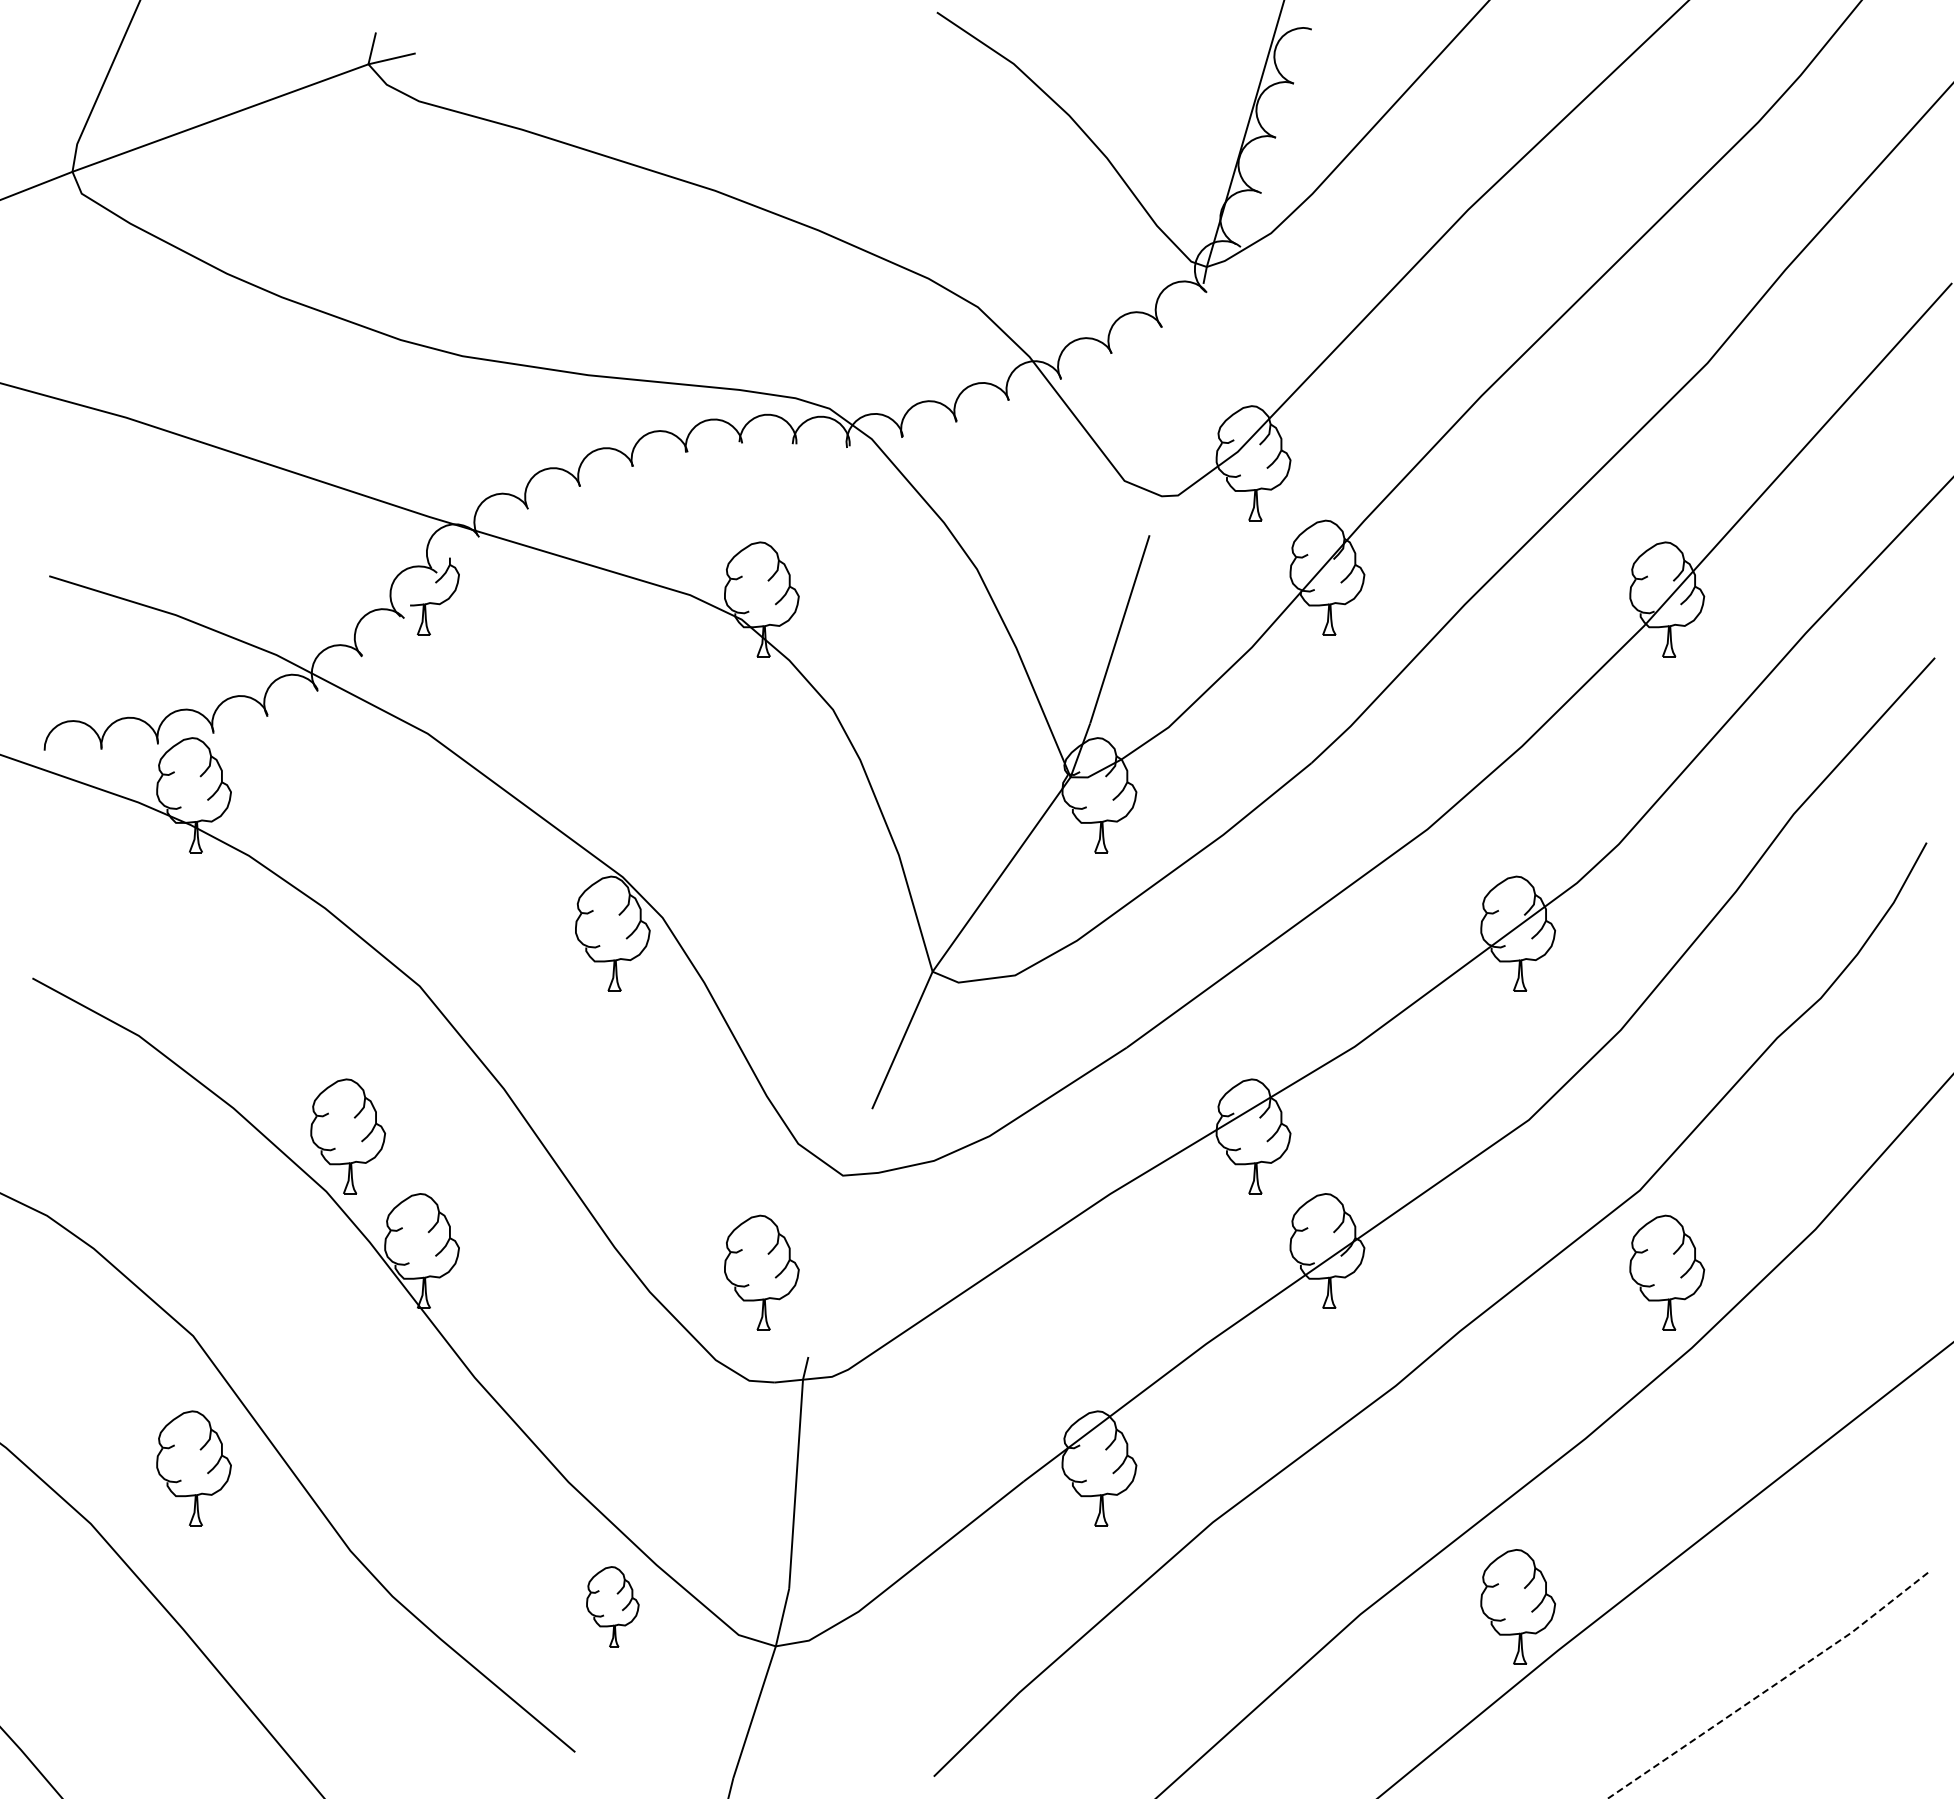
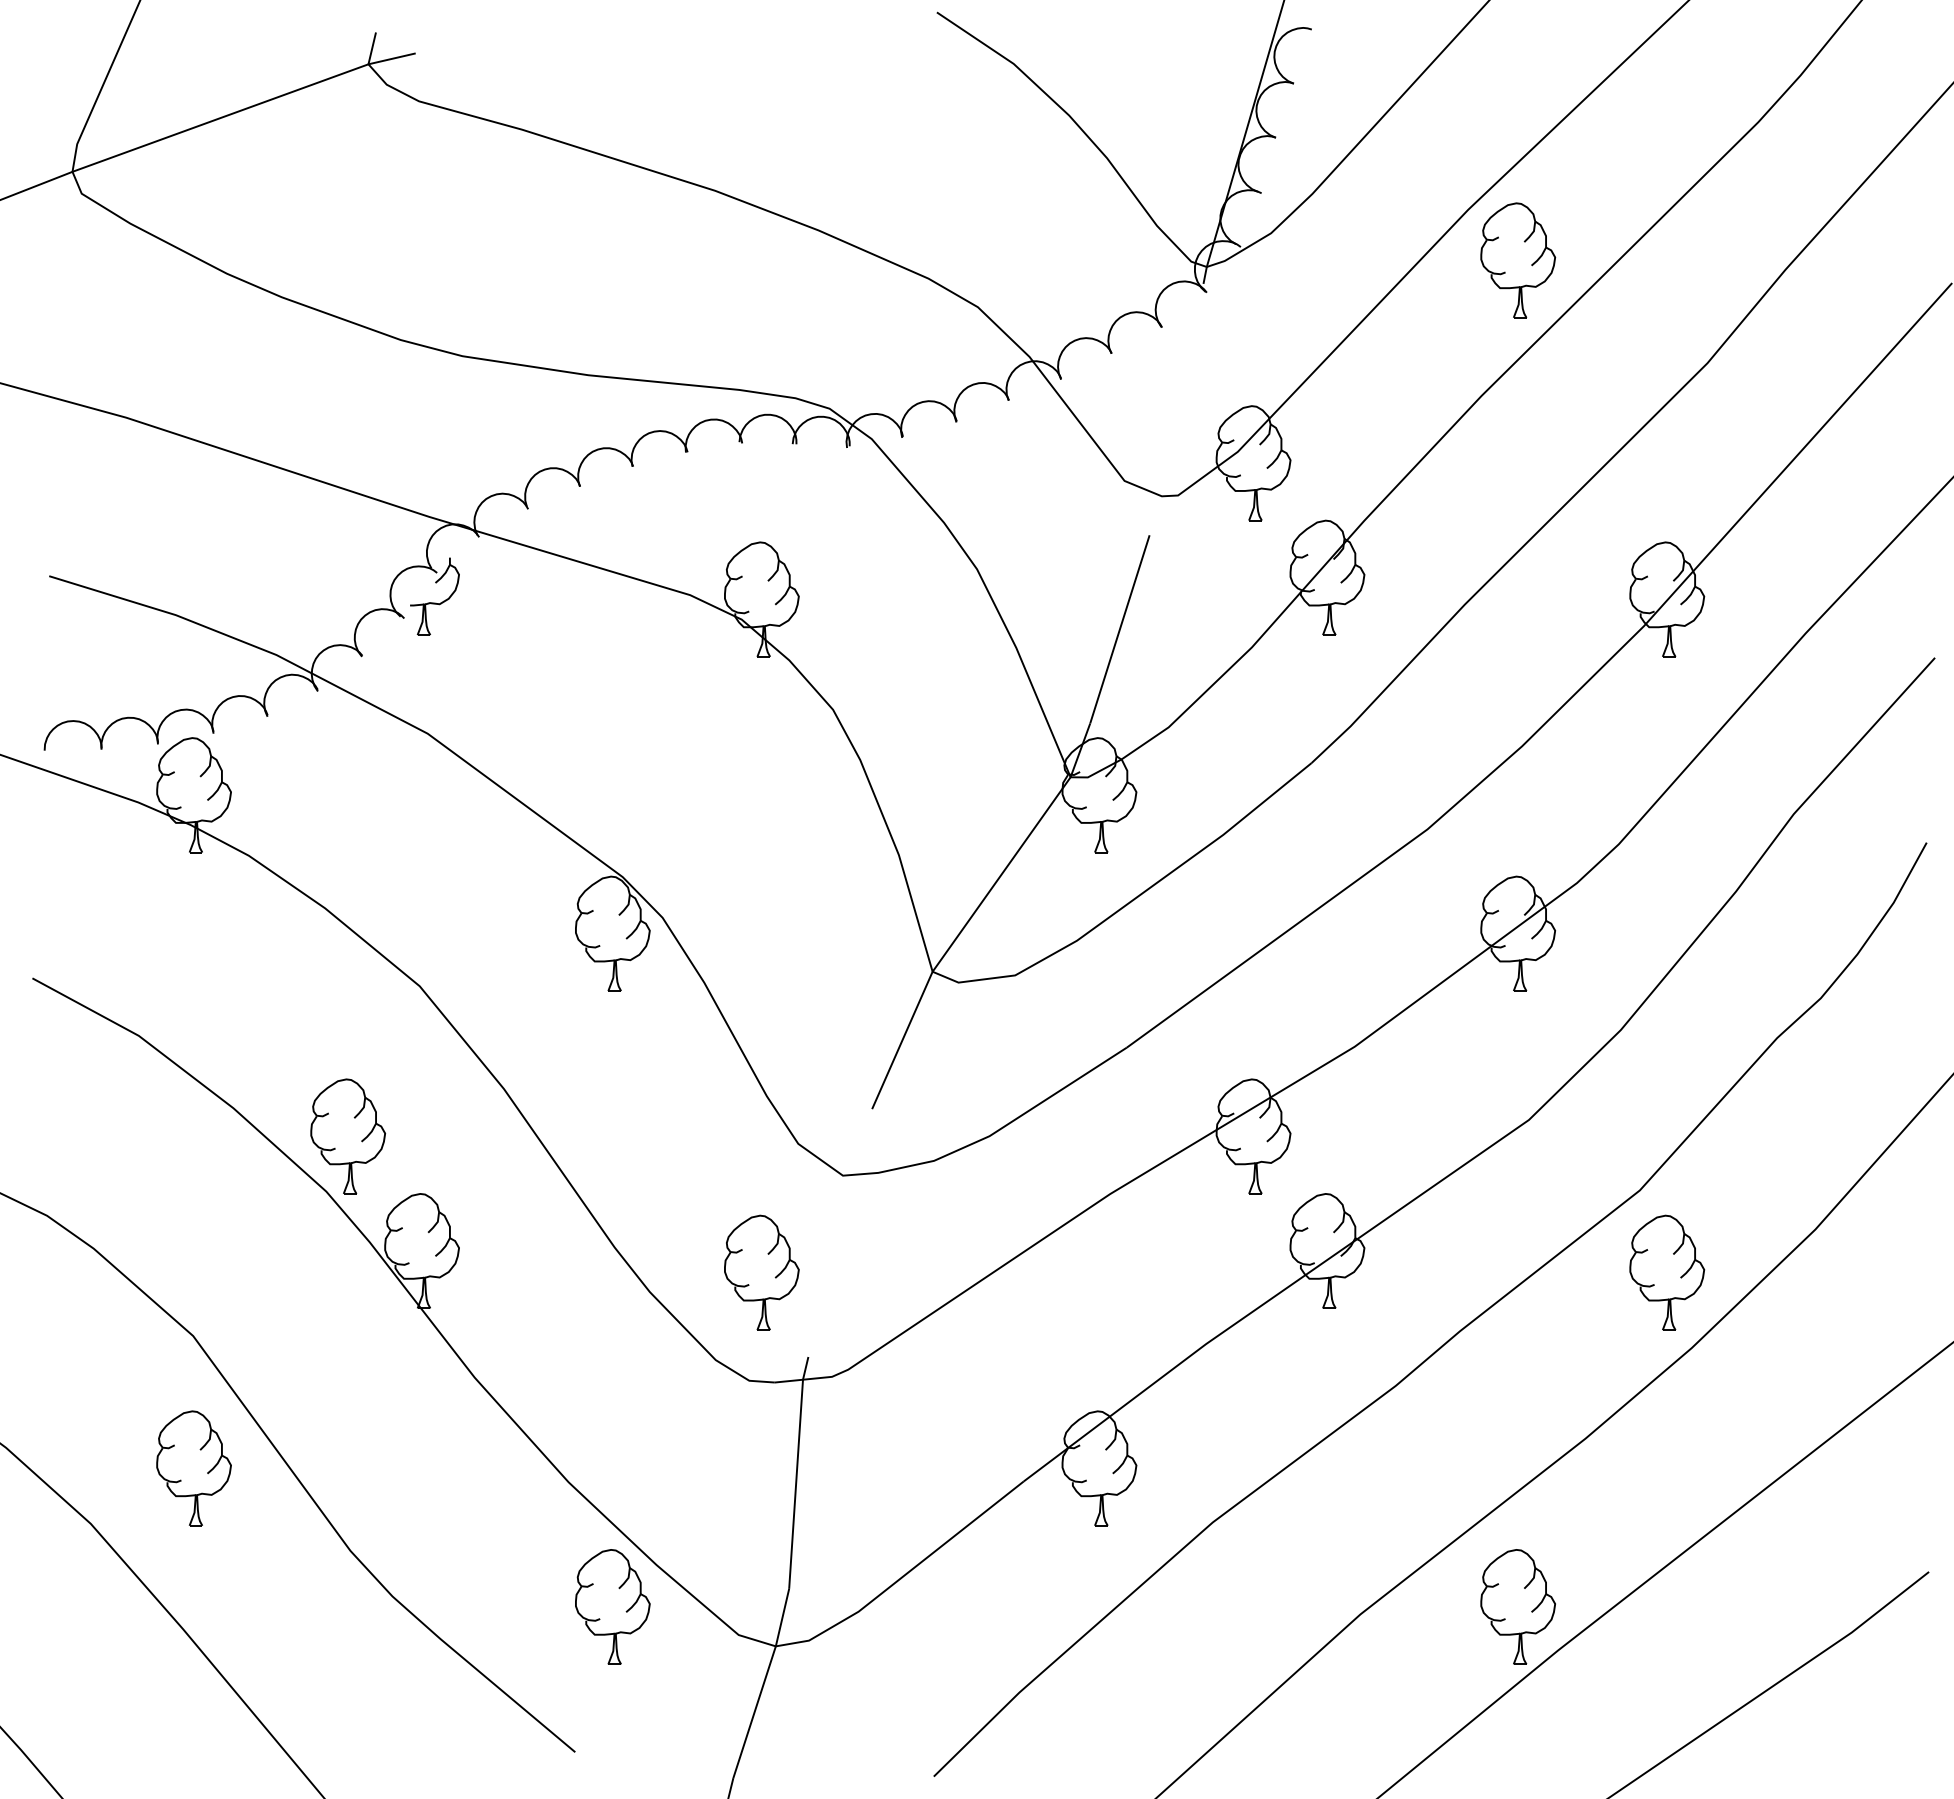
part at (1518, 260): none -> present
part at (612, 1606) size: 54x82 px -> 76x116 px
line at (1771, 1687): dashed -> solid
